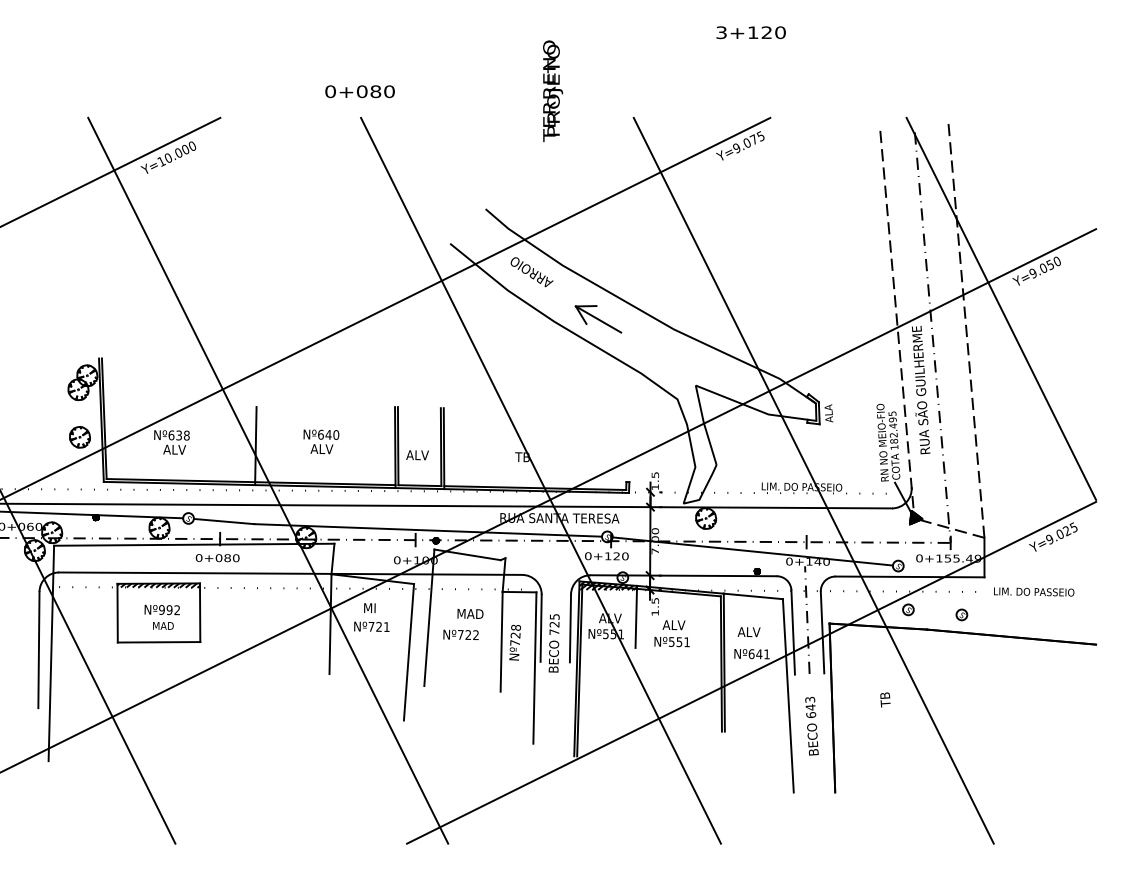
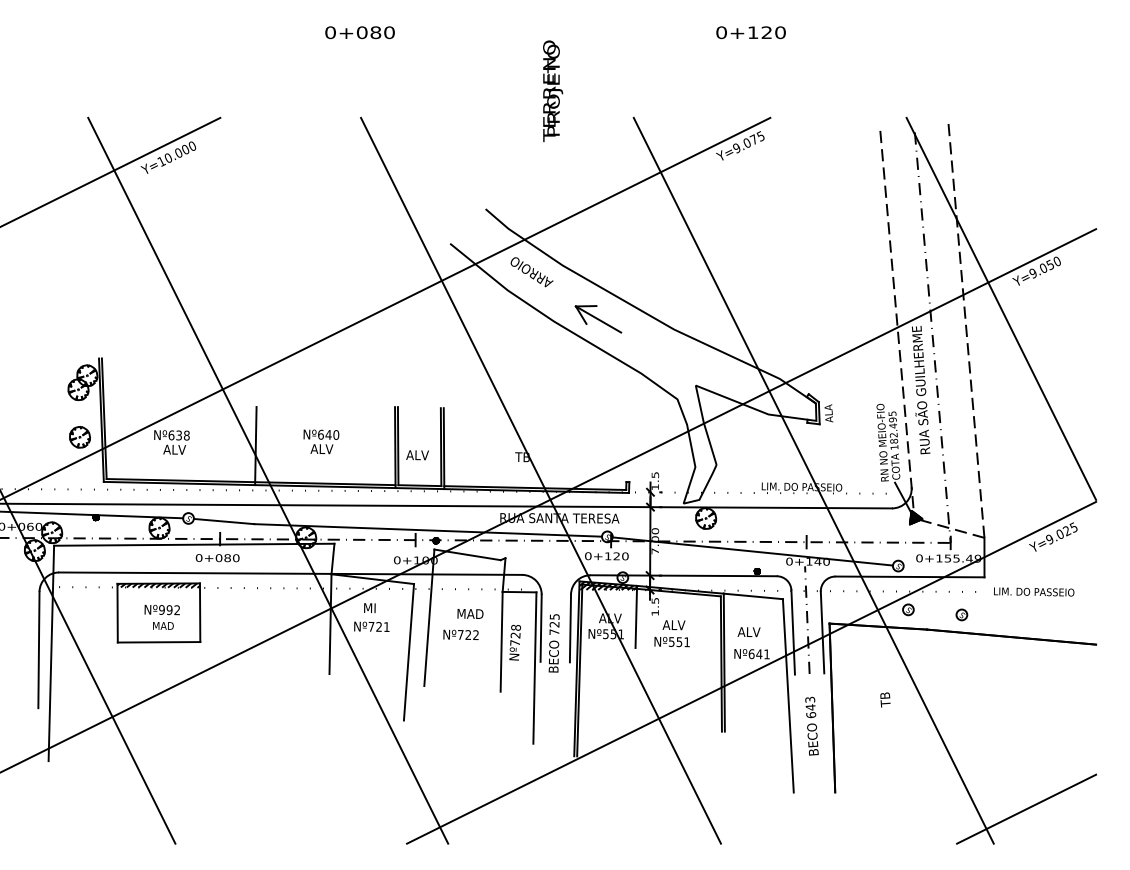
text at (721, 32): 3+120 -> 0+120
text at (359, 91) position: (359, 91) -> (359, 32)
line at (1026, 808): none -> present
